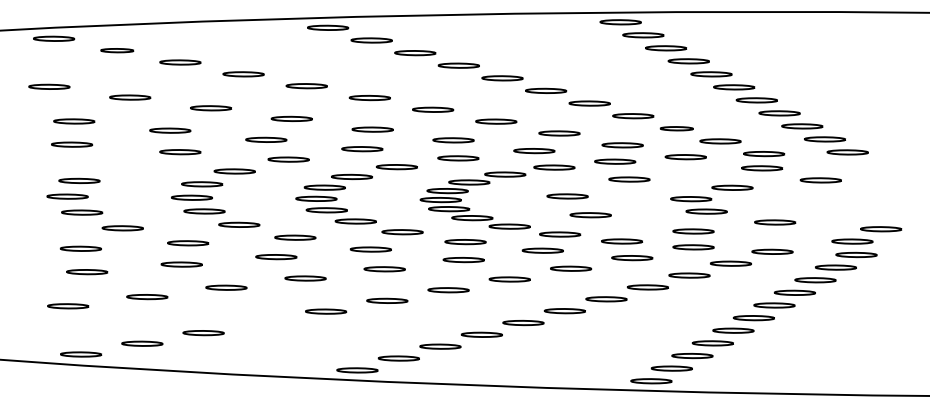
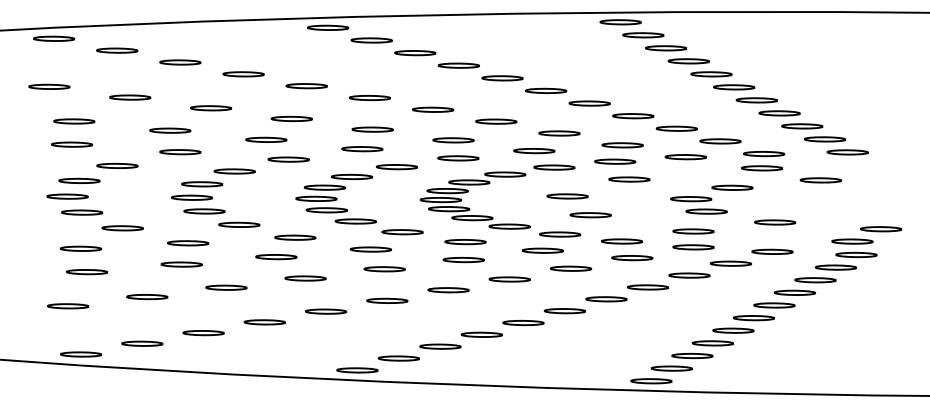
part at (117, 50) size: 35x6 px -> 43x7 px
part at (676, 128) size: 35x6 px -> 43x7 px
part at (117, 165): none -> present
part at (264, 322): none -> present
